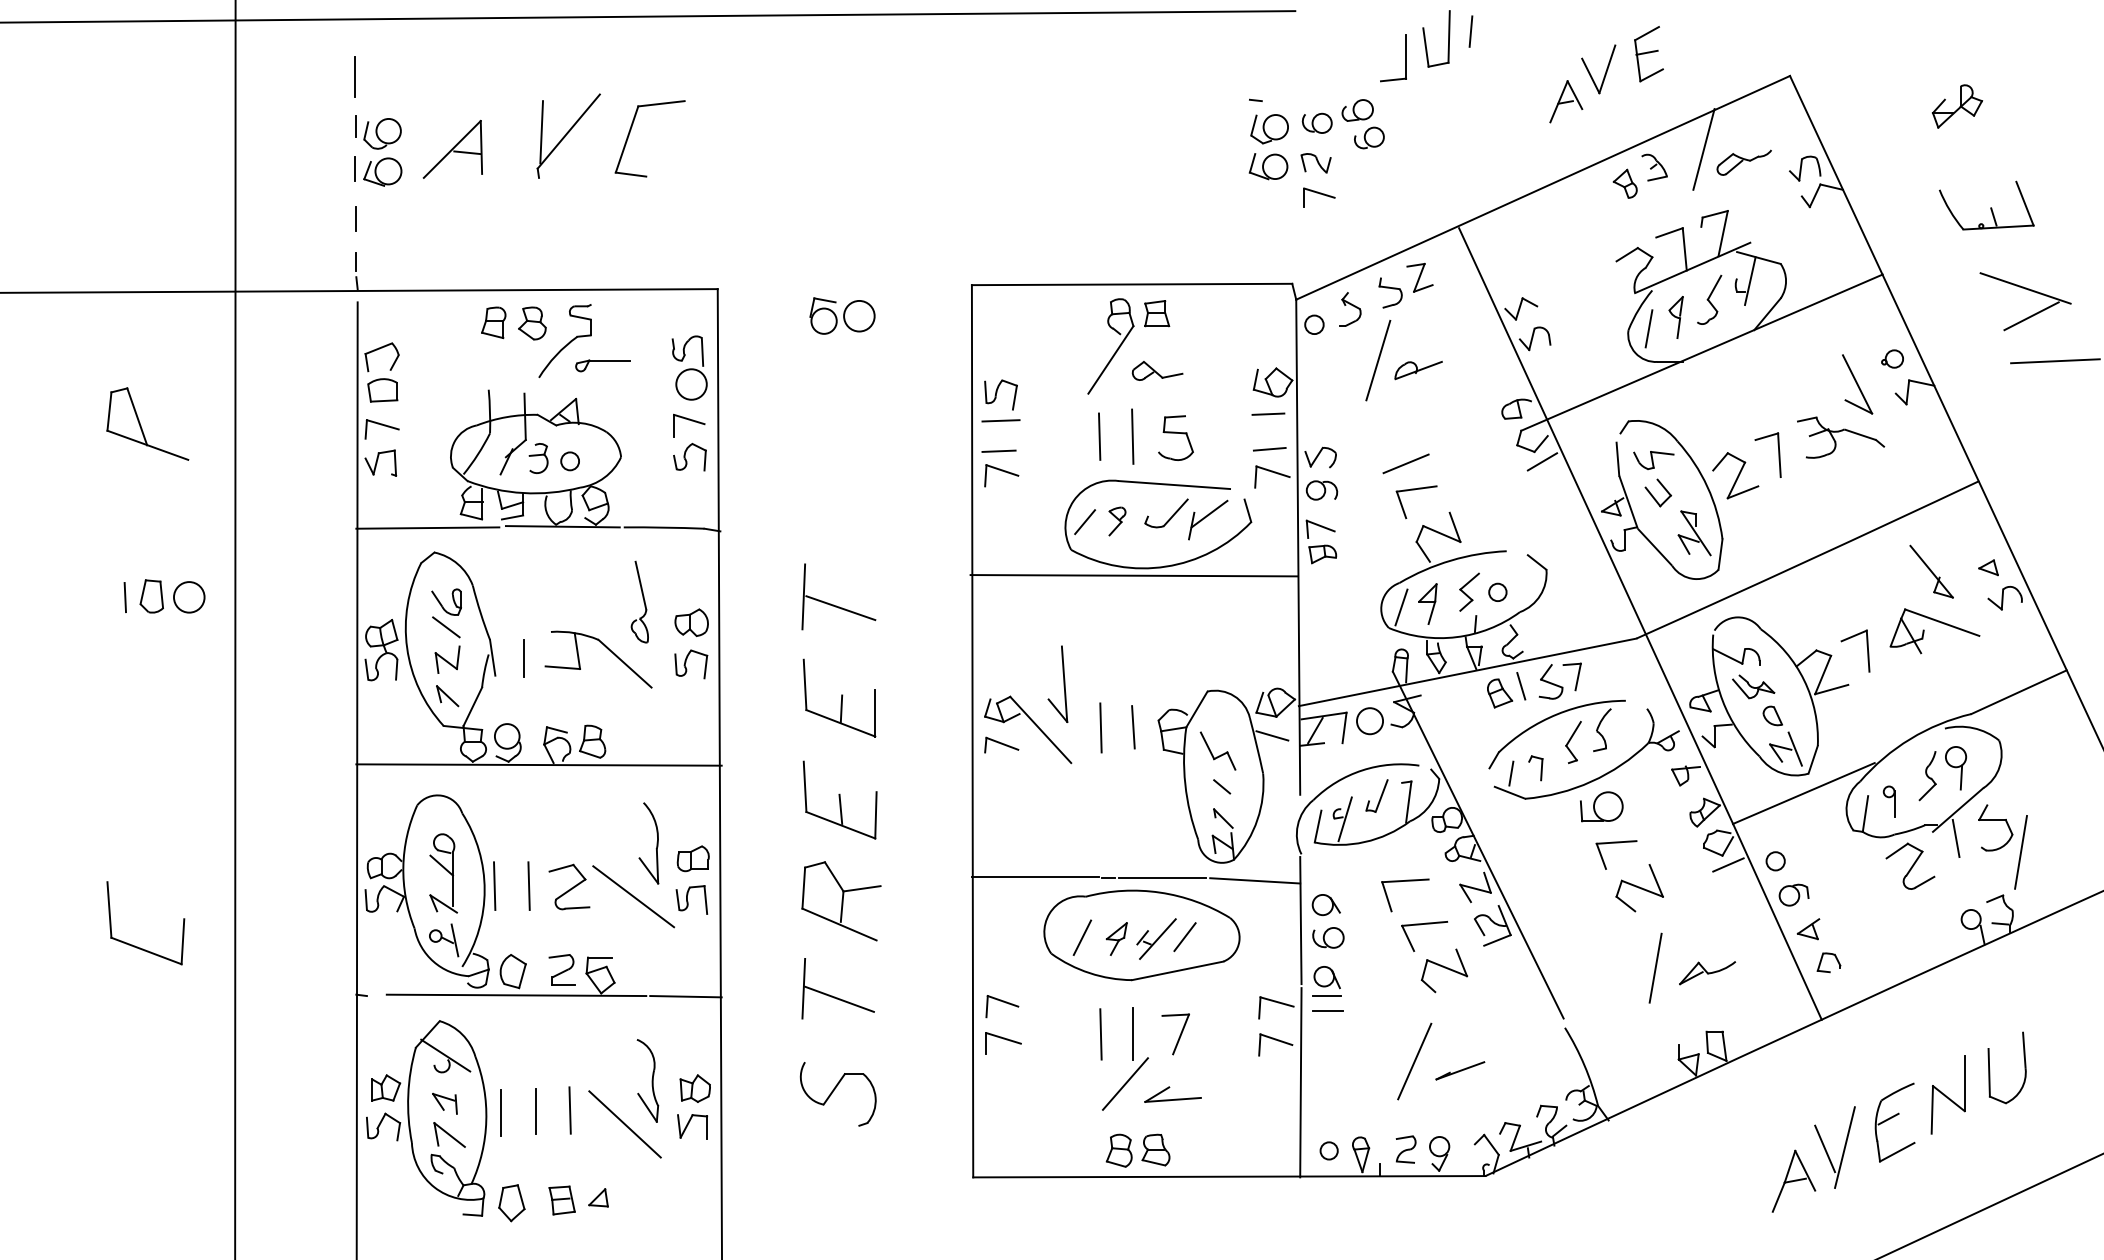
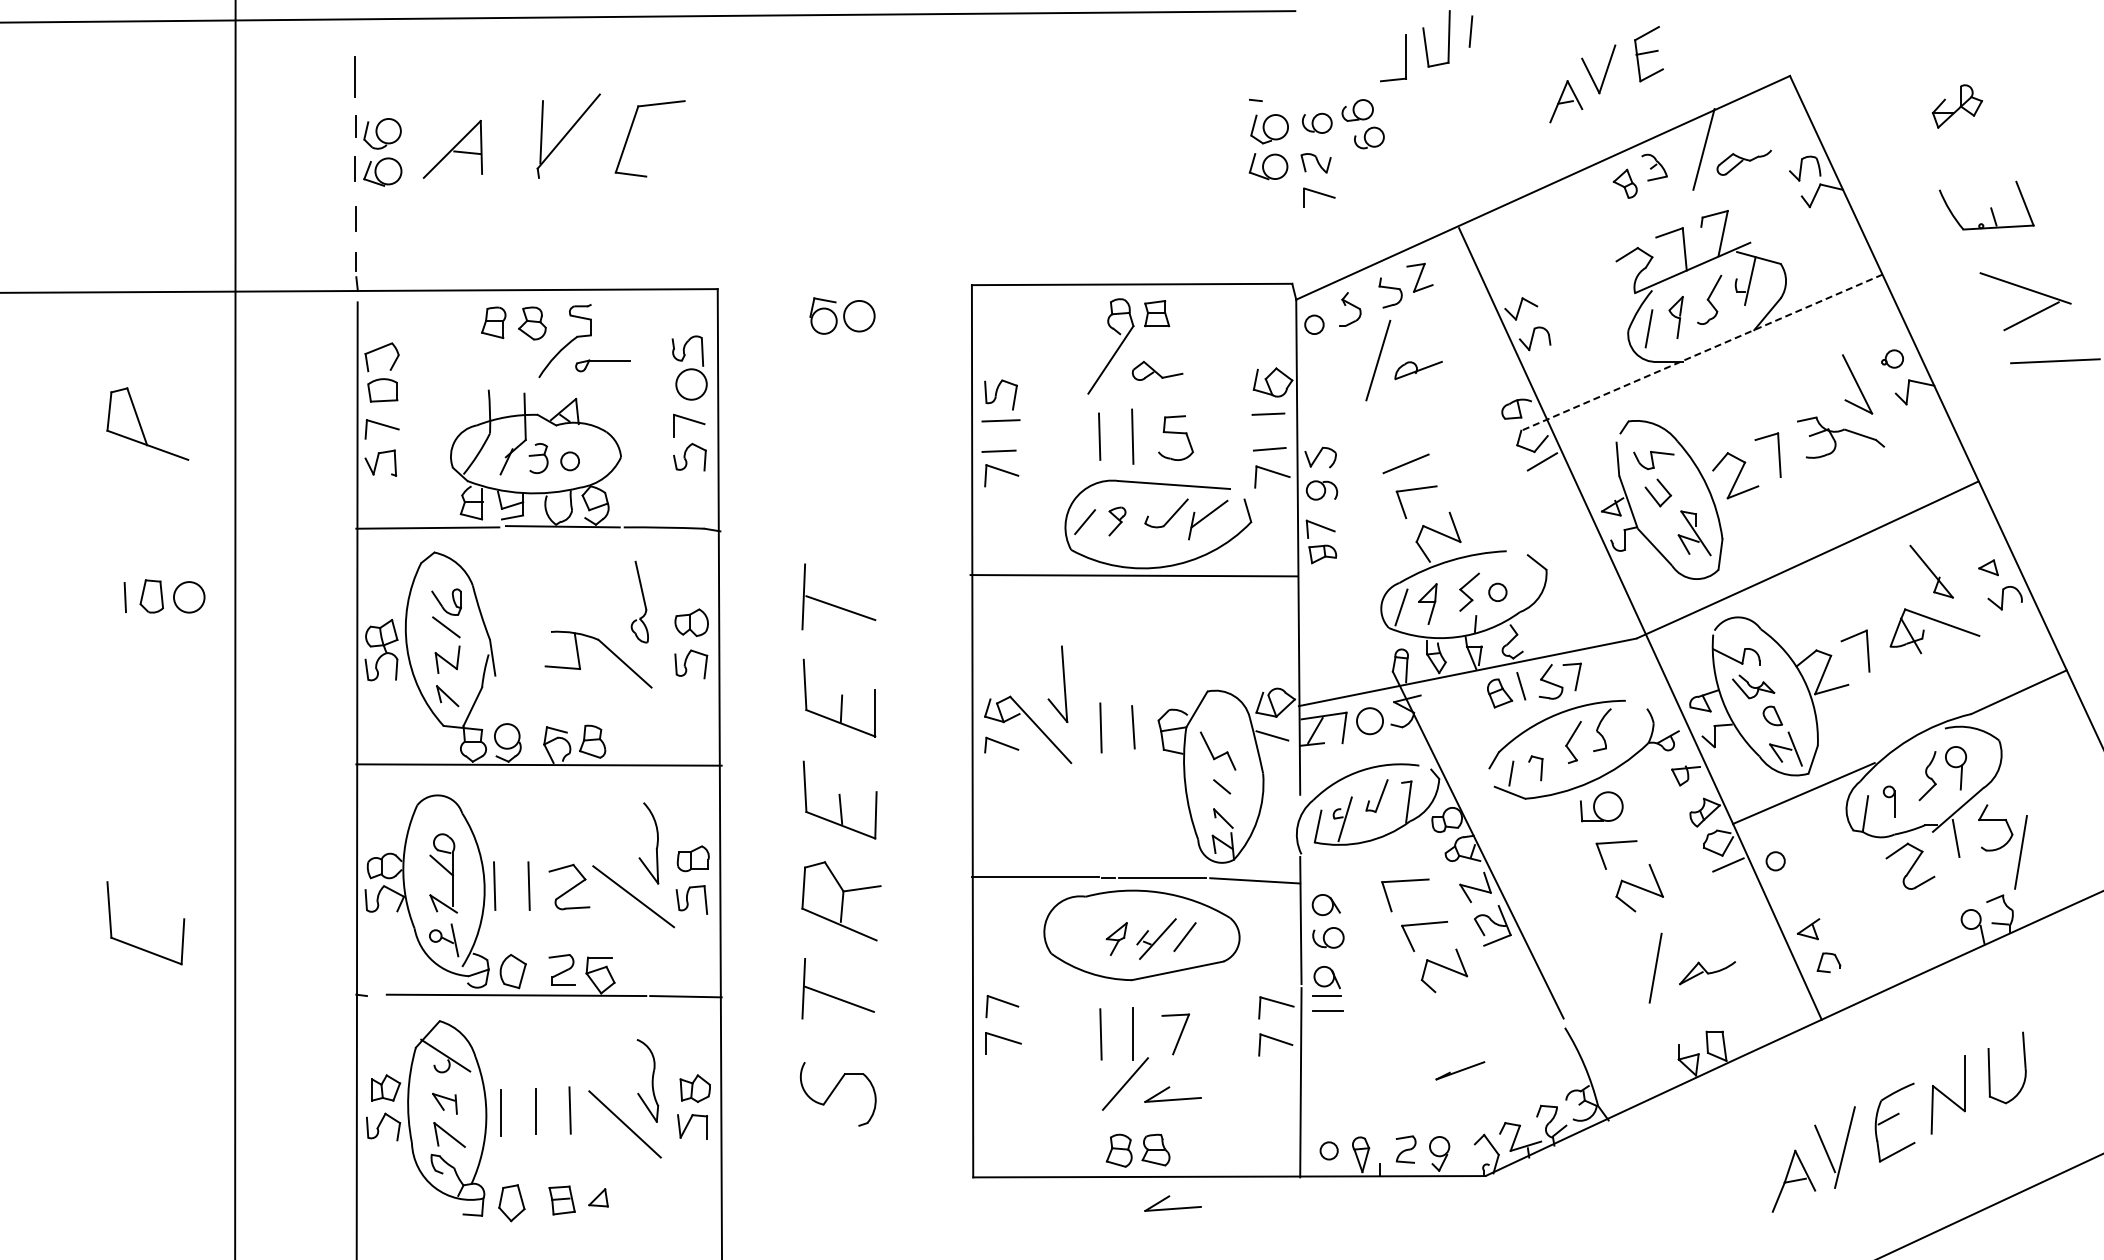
line at (1701, 352): solid -> dashed
line at (524, 657): present -> none
part at (1793, 894): present -> none
line at (1082, 937): present -> none
line at (1414, 1061): present -> none
part at (1172, 1203): none -> present
